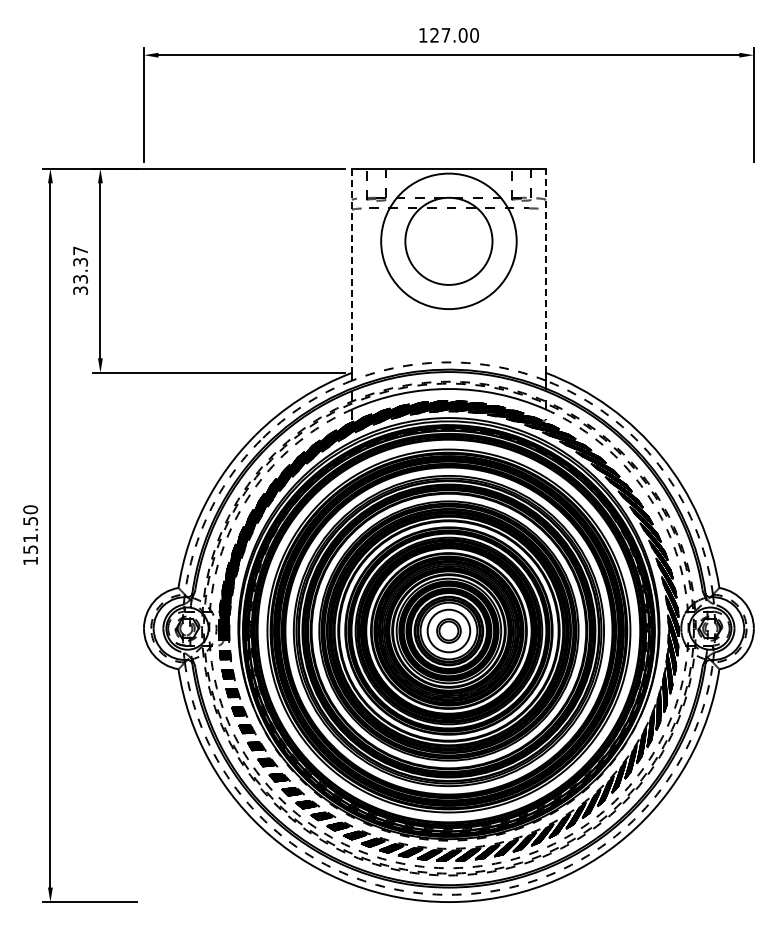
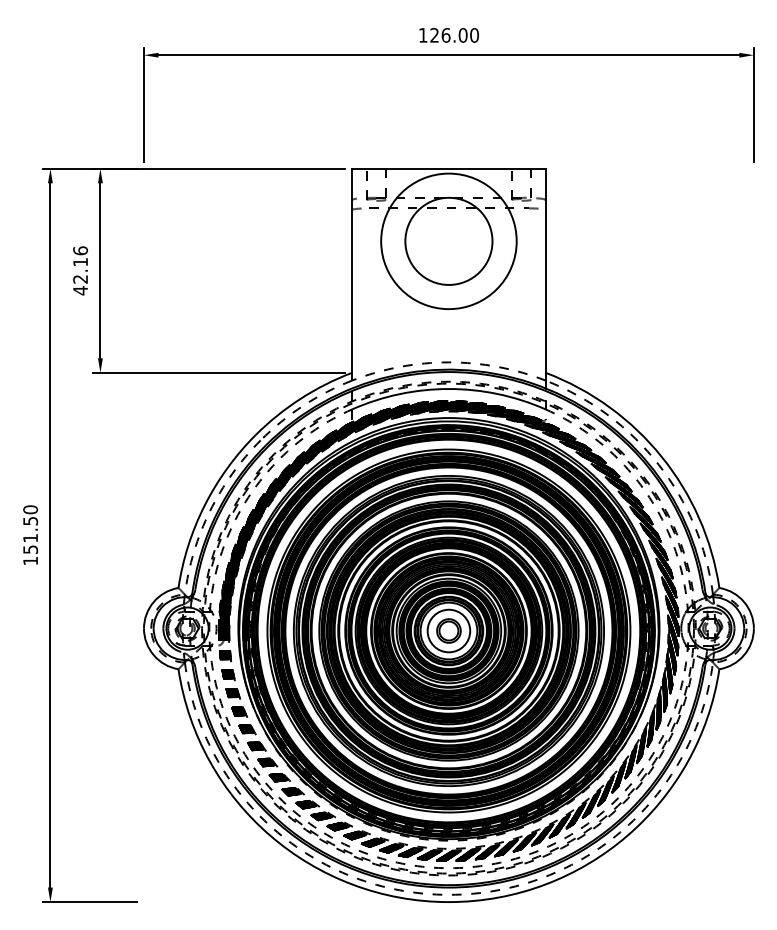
text at (445, 35): 127.00 -> 126.00
text at (80, 270): 33.37 -> 42.16
line at (545, 270): dashed -> solid
line at (352, 271): dashed -> solid
